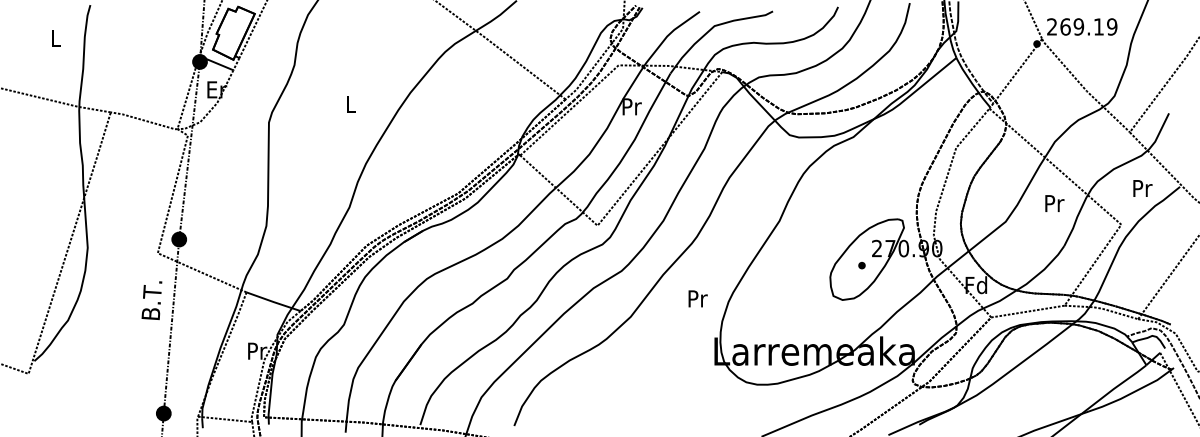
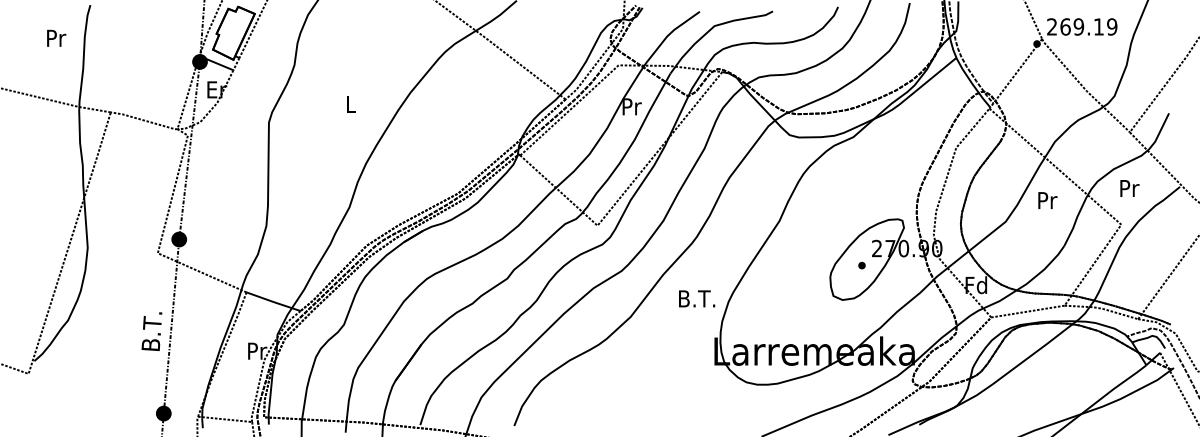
text at (56, 37): L -> Pr
text at (1142, 188) position: (1142, 188) -> (1129, 188)
text at (1054, 203) position: (1054, 203) -> (1047, 200)
text at (697, 298): Pr -> B.T.
text at (151, 300) position: (151, 300) -> (151, 331)
